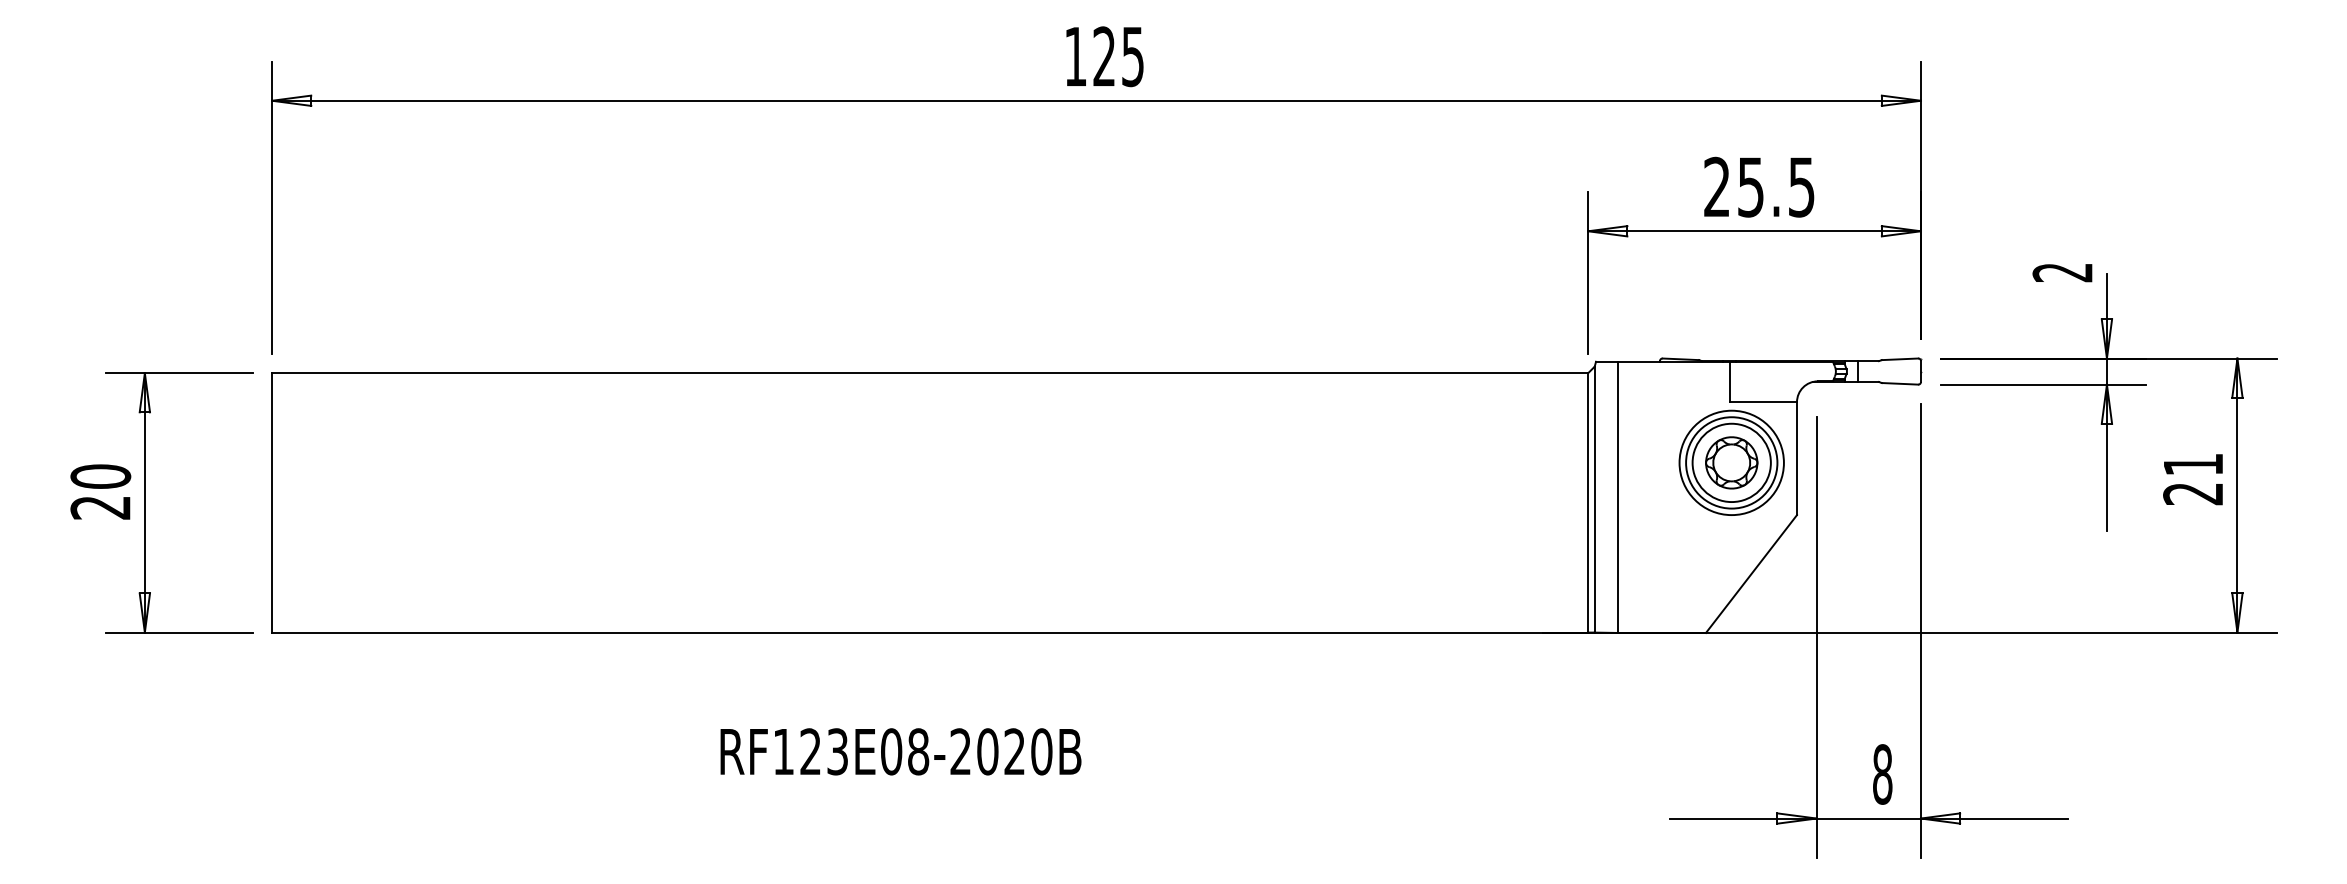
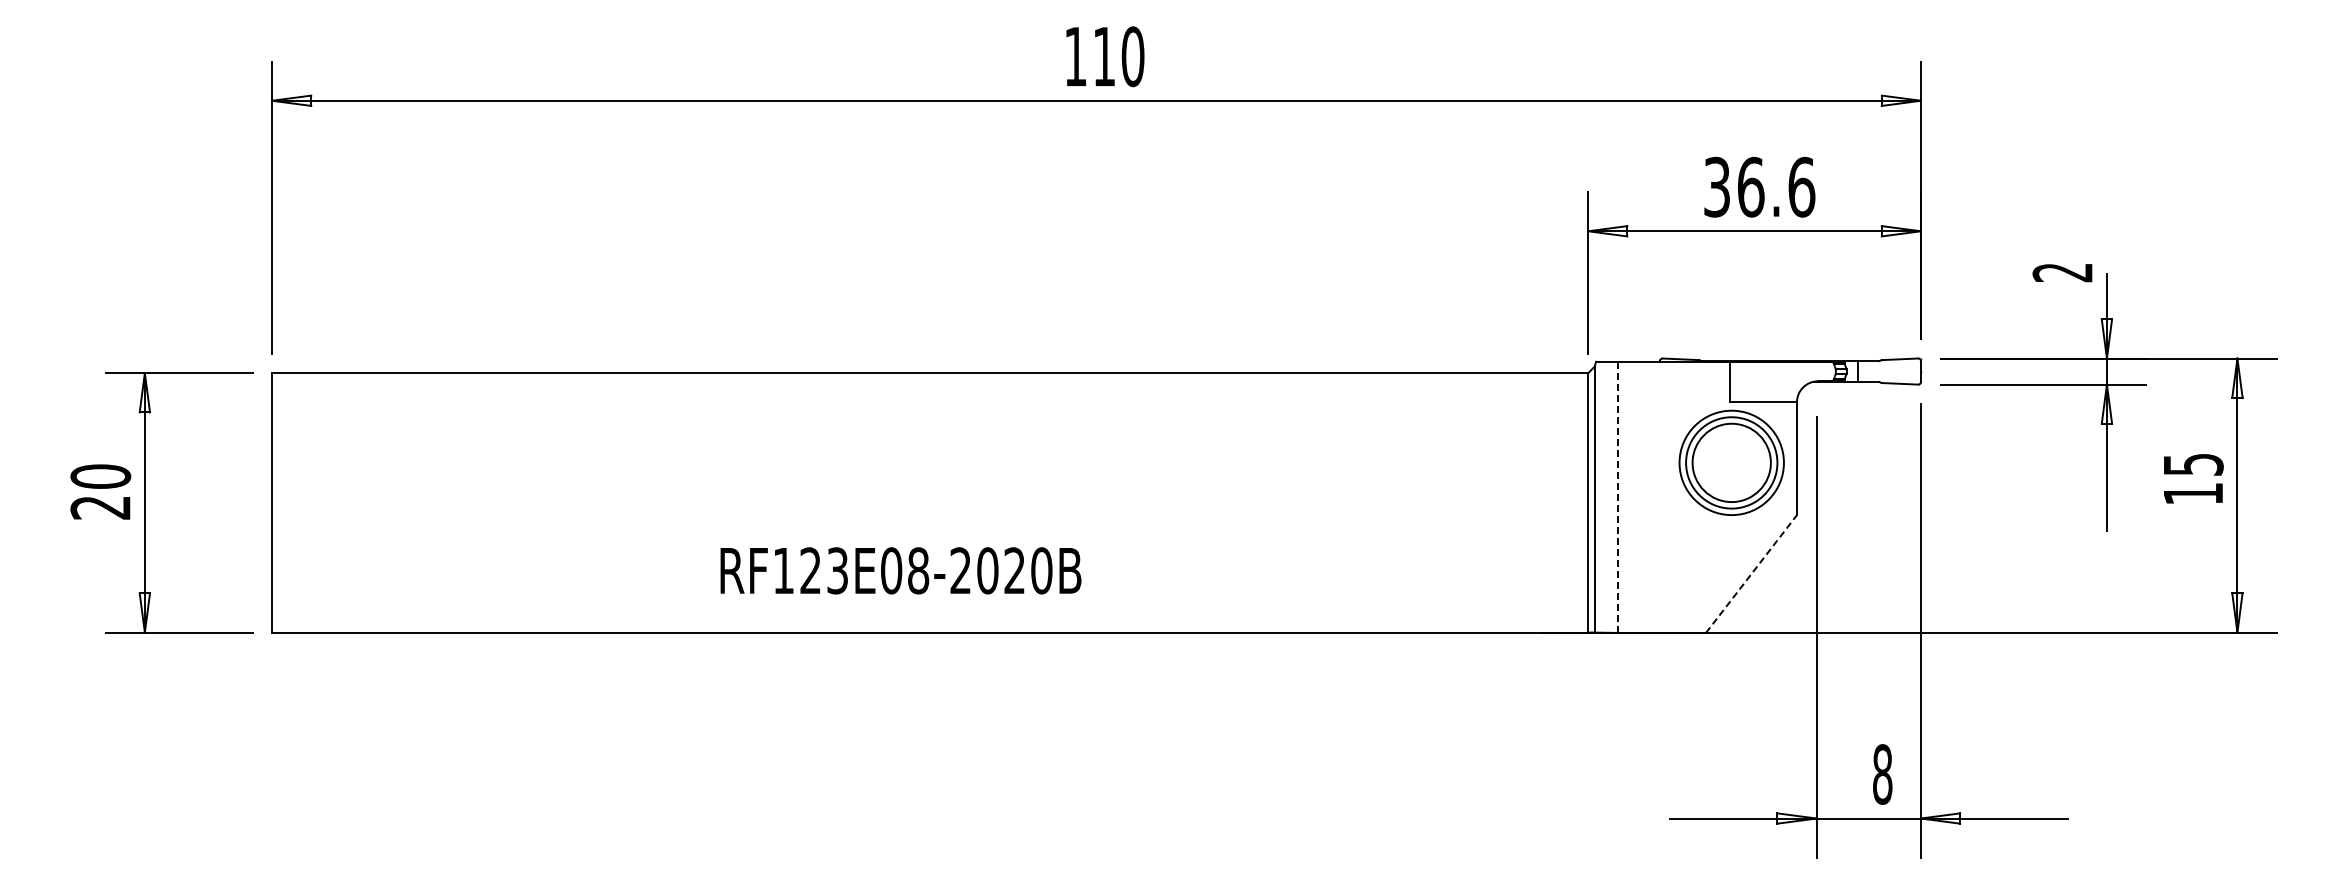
text at (1118, 56): 125 -> 110
text at (1759, 186): 25.5 -> 36.6
part at (1731, 462): present -> none
text at (2193, 479): 21 -> 15
line at (1617, 497): solid -> dashed
line at (1751, 573): solid -> dashed
text at (900, 751) position: (900, 751) -> (900, 570)
